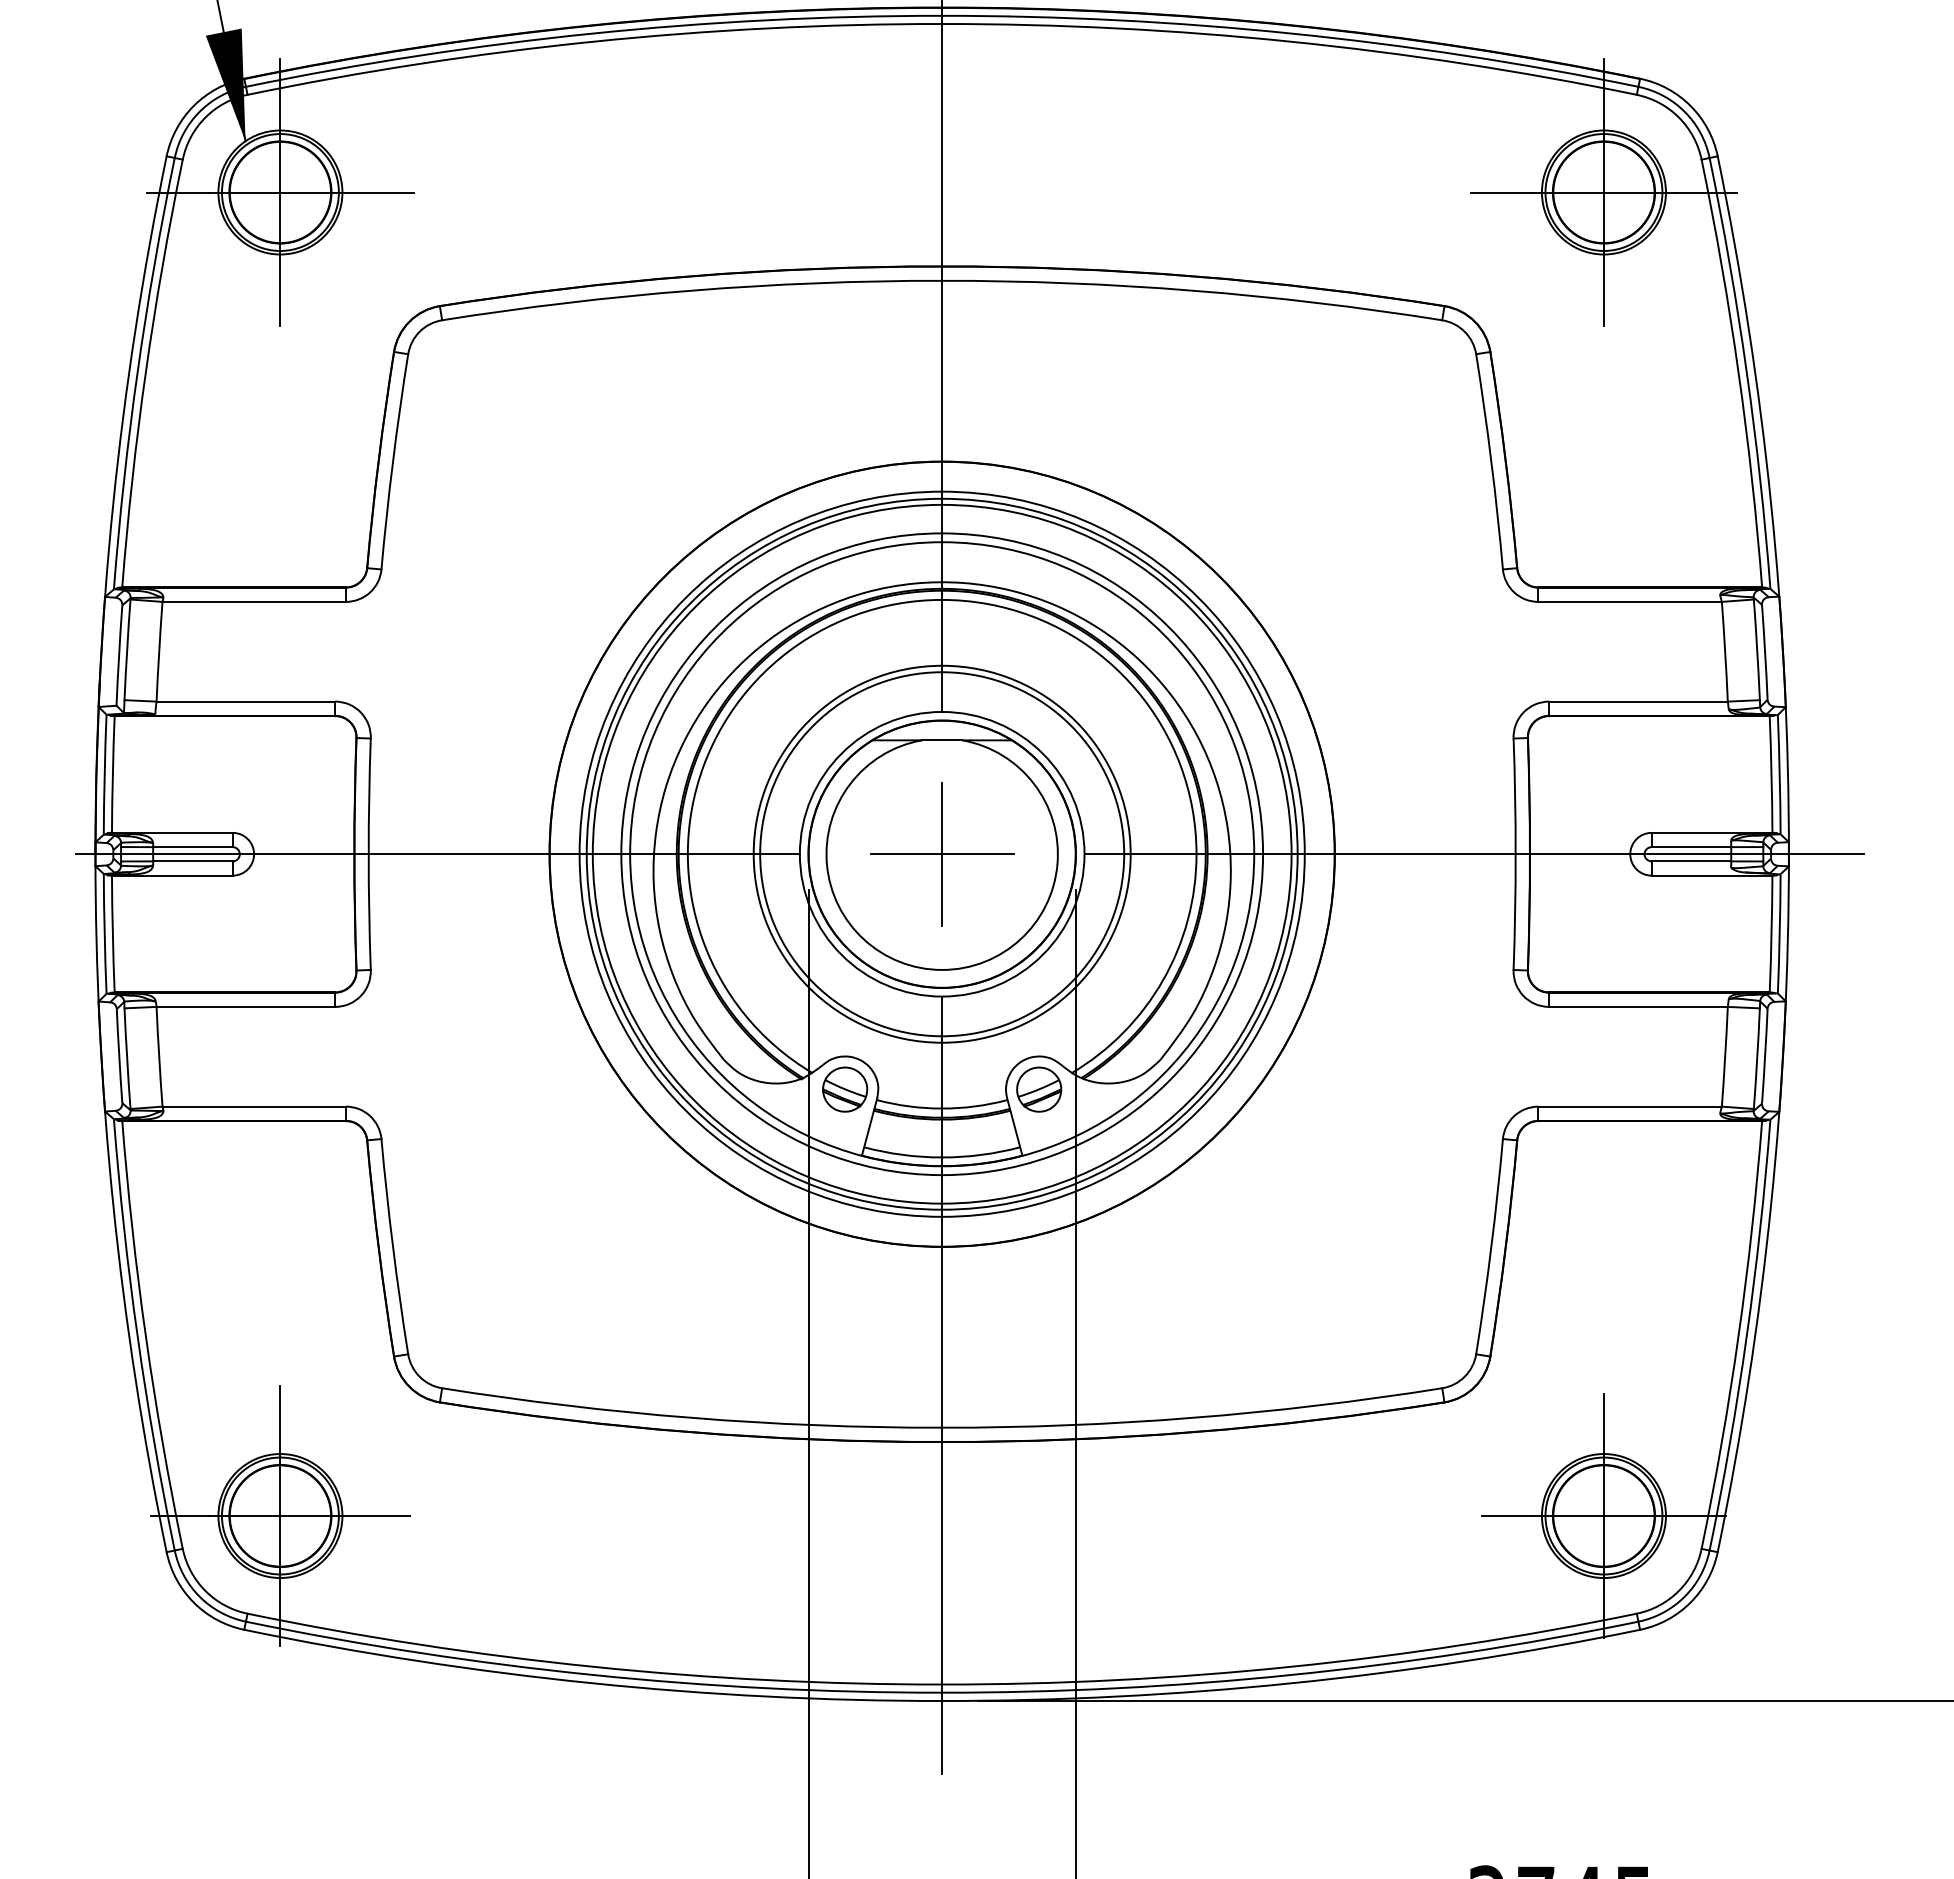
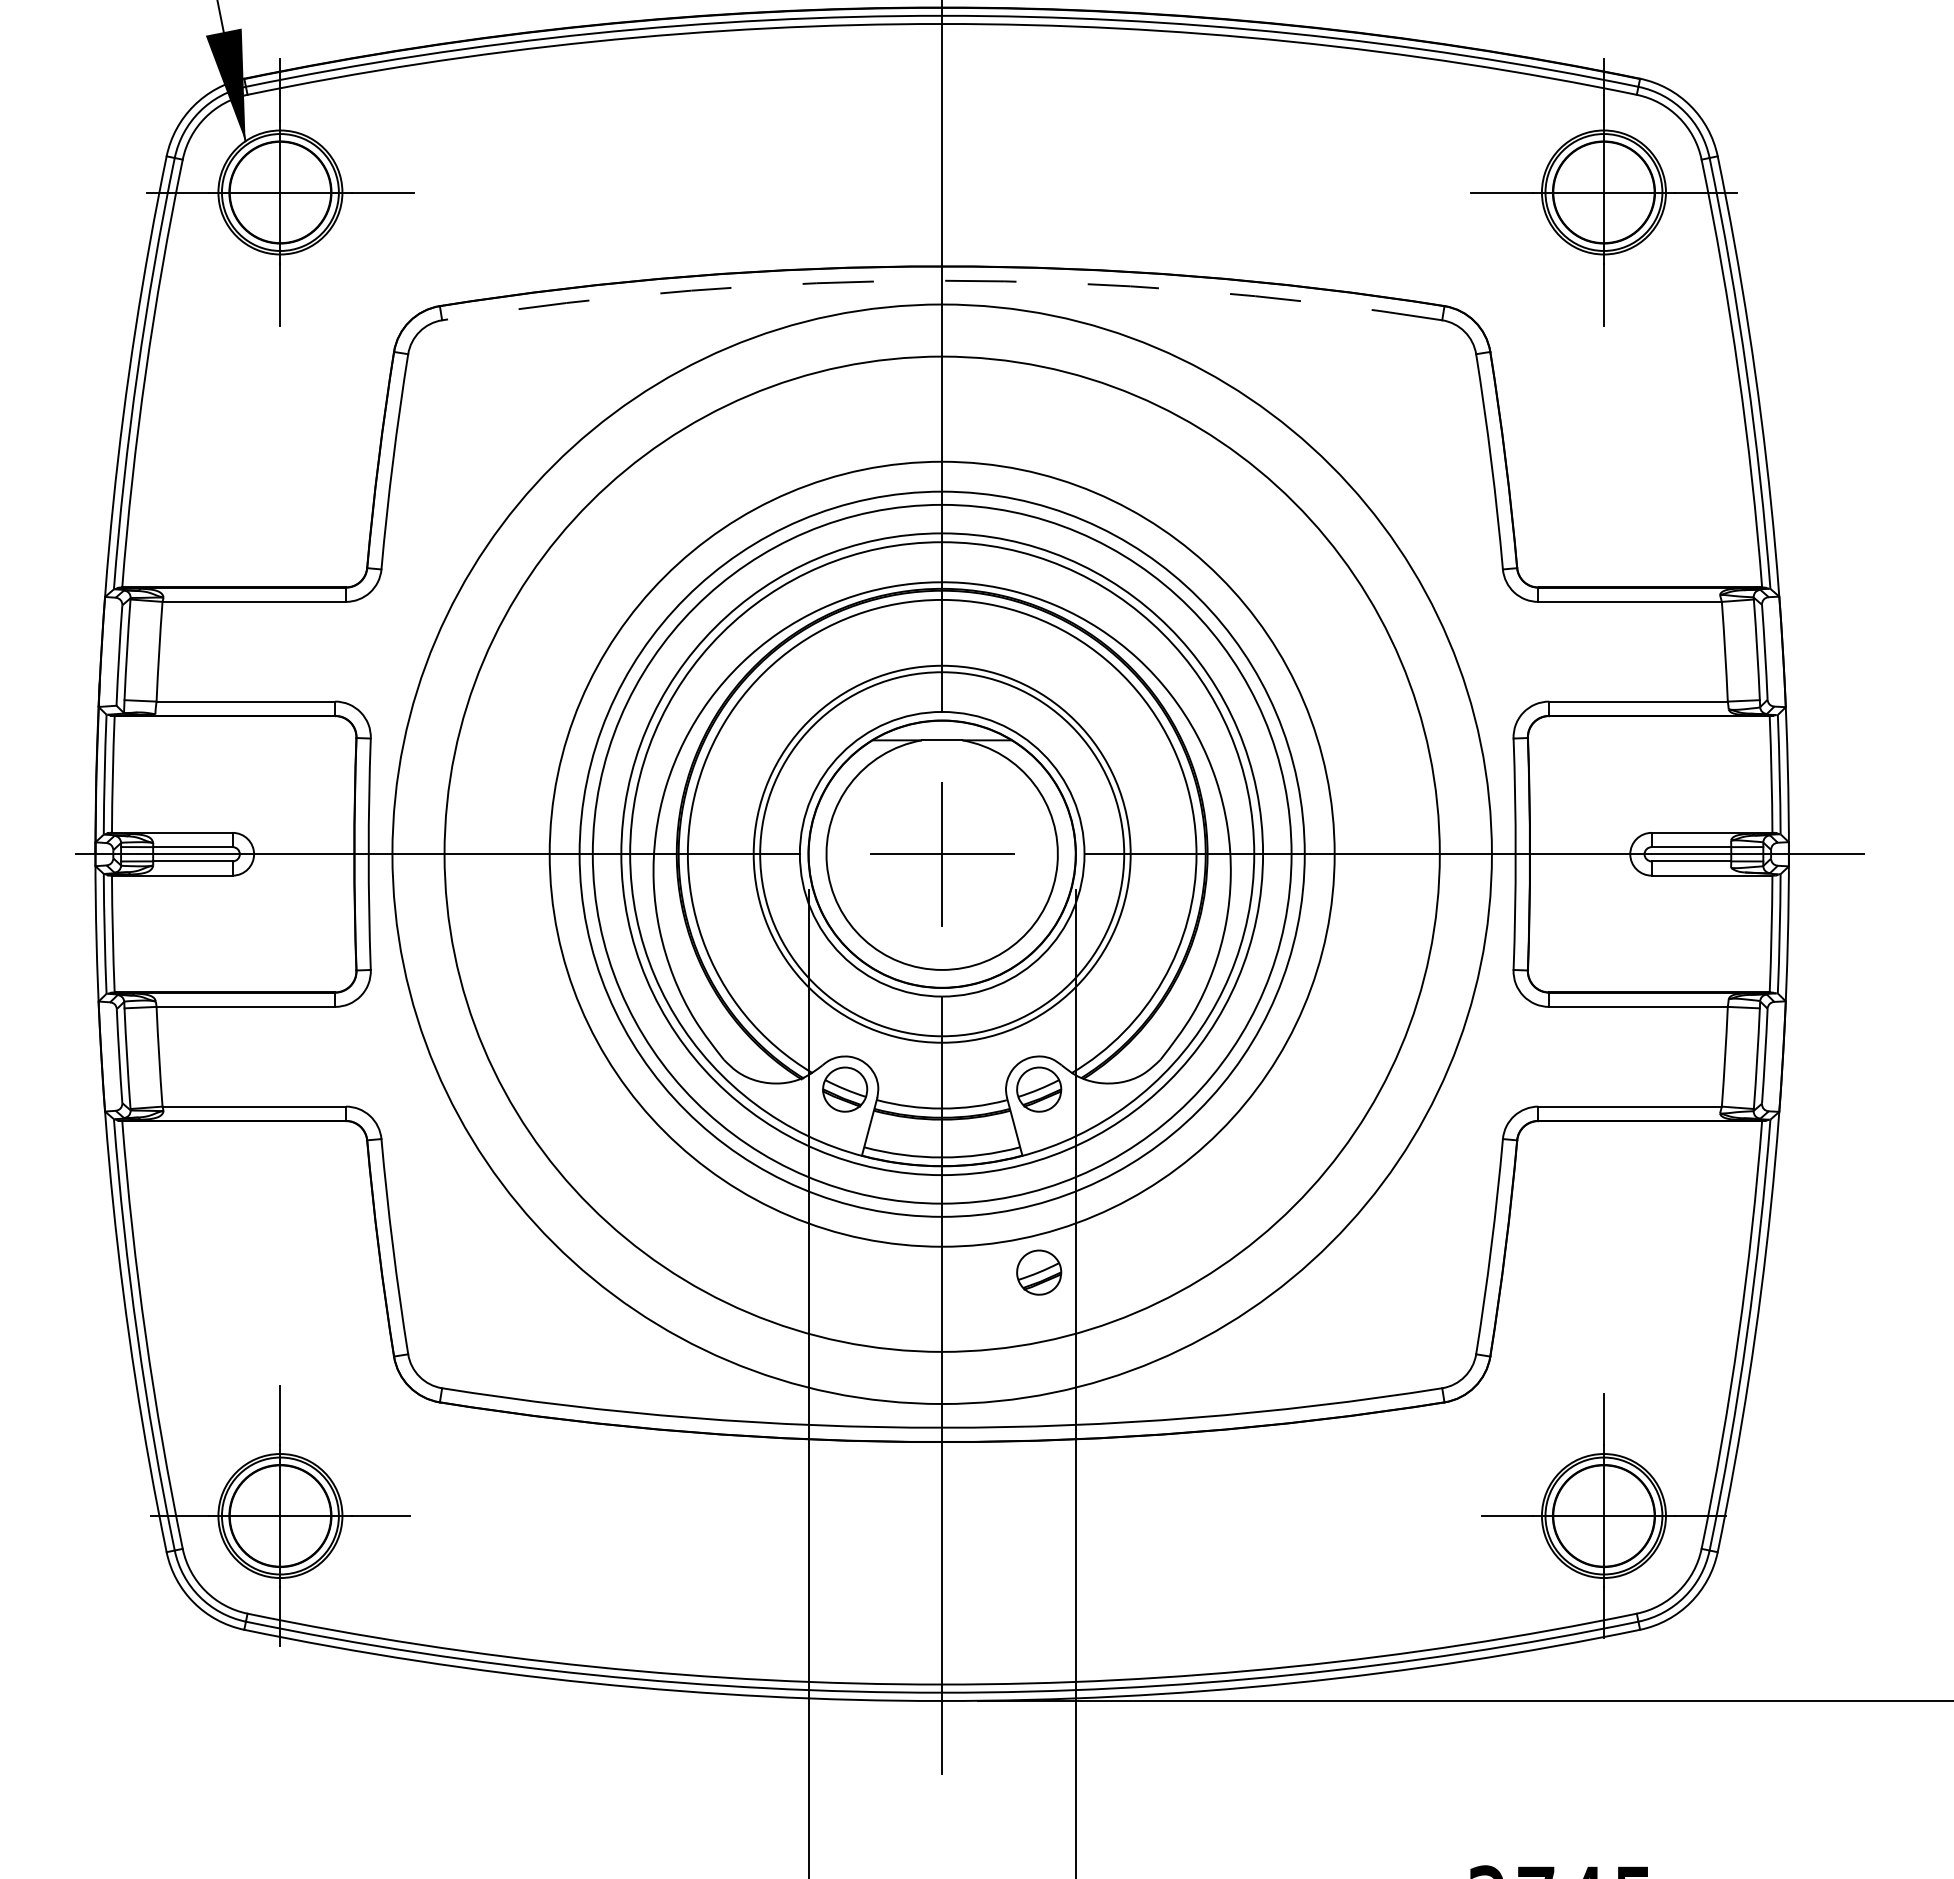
arc at (942, 280): solid -> dashed
circle at (941, 853) diameter: 711 px -> 995 px
circle at (941, 853) diameter: 785 px -> 1099 px
part at (1039, 1272): none -> present
